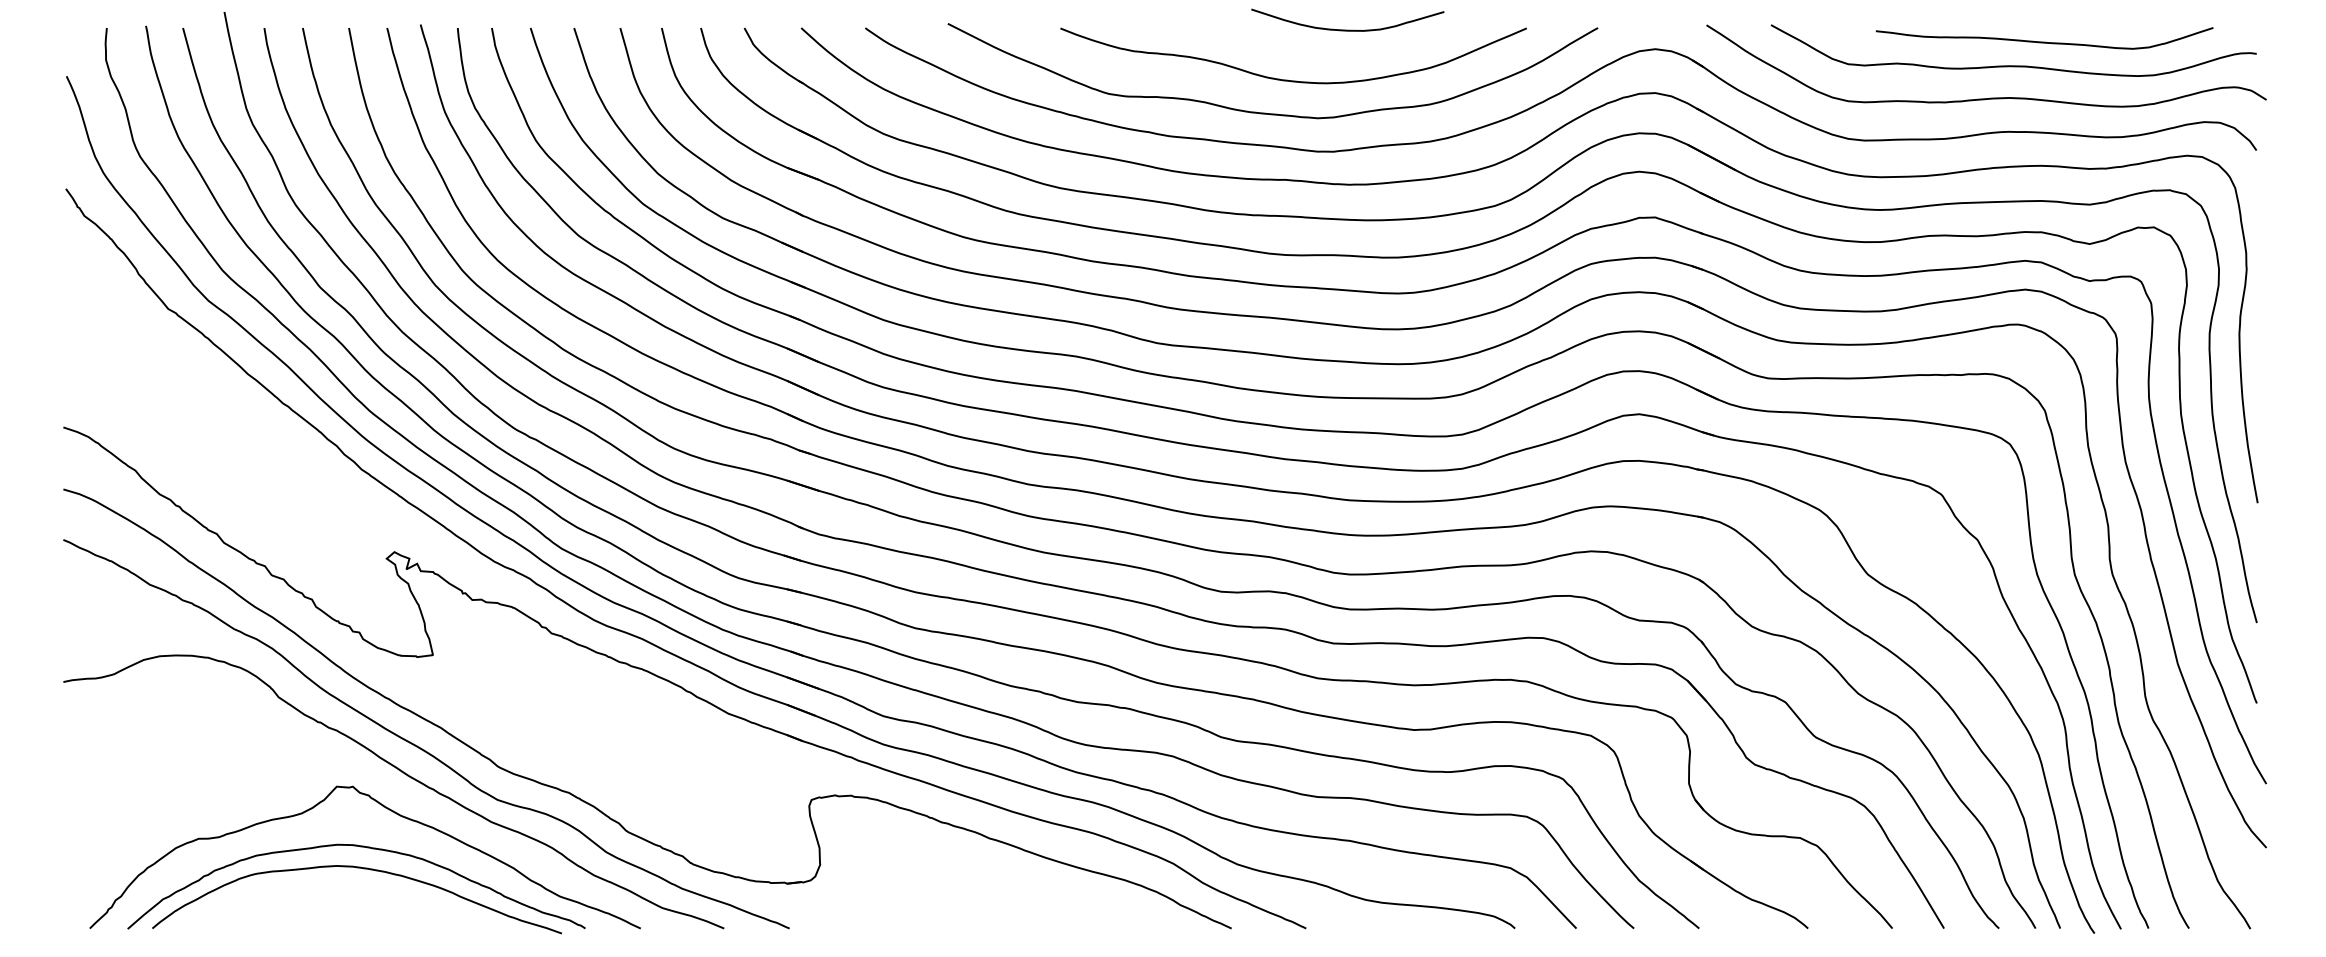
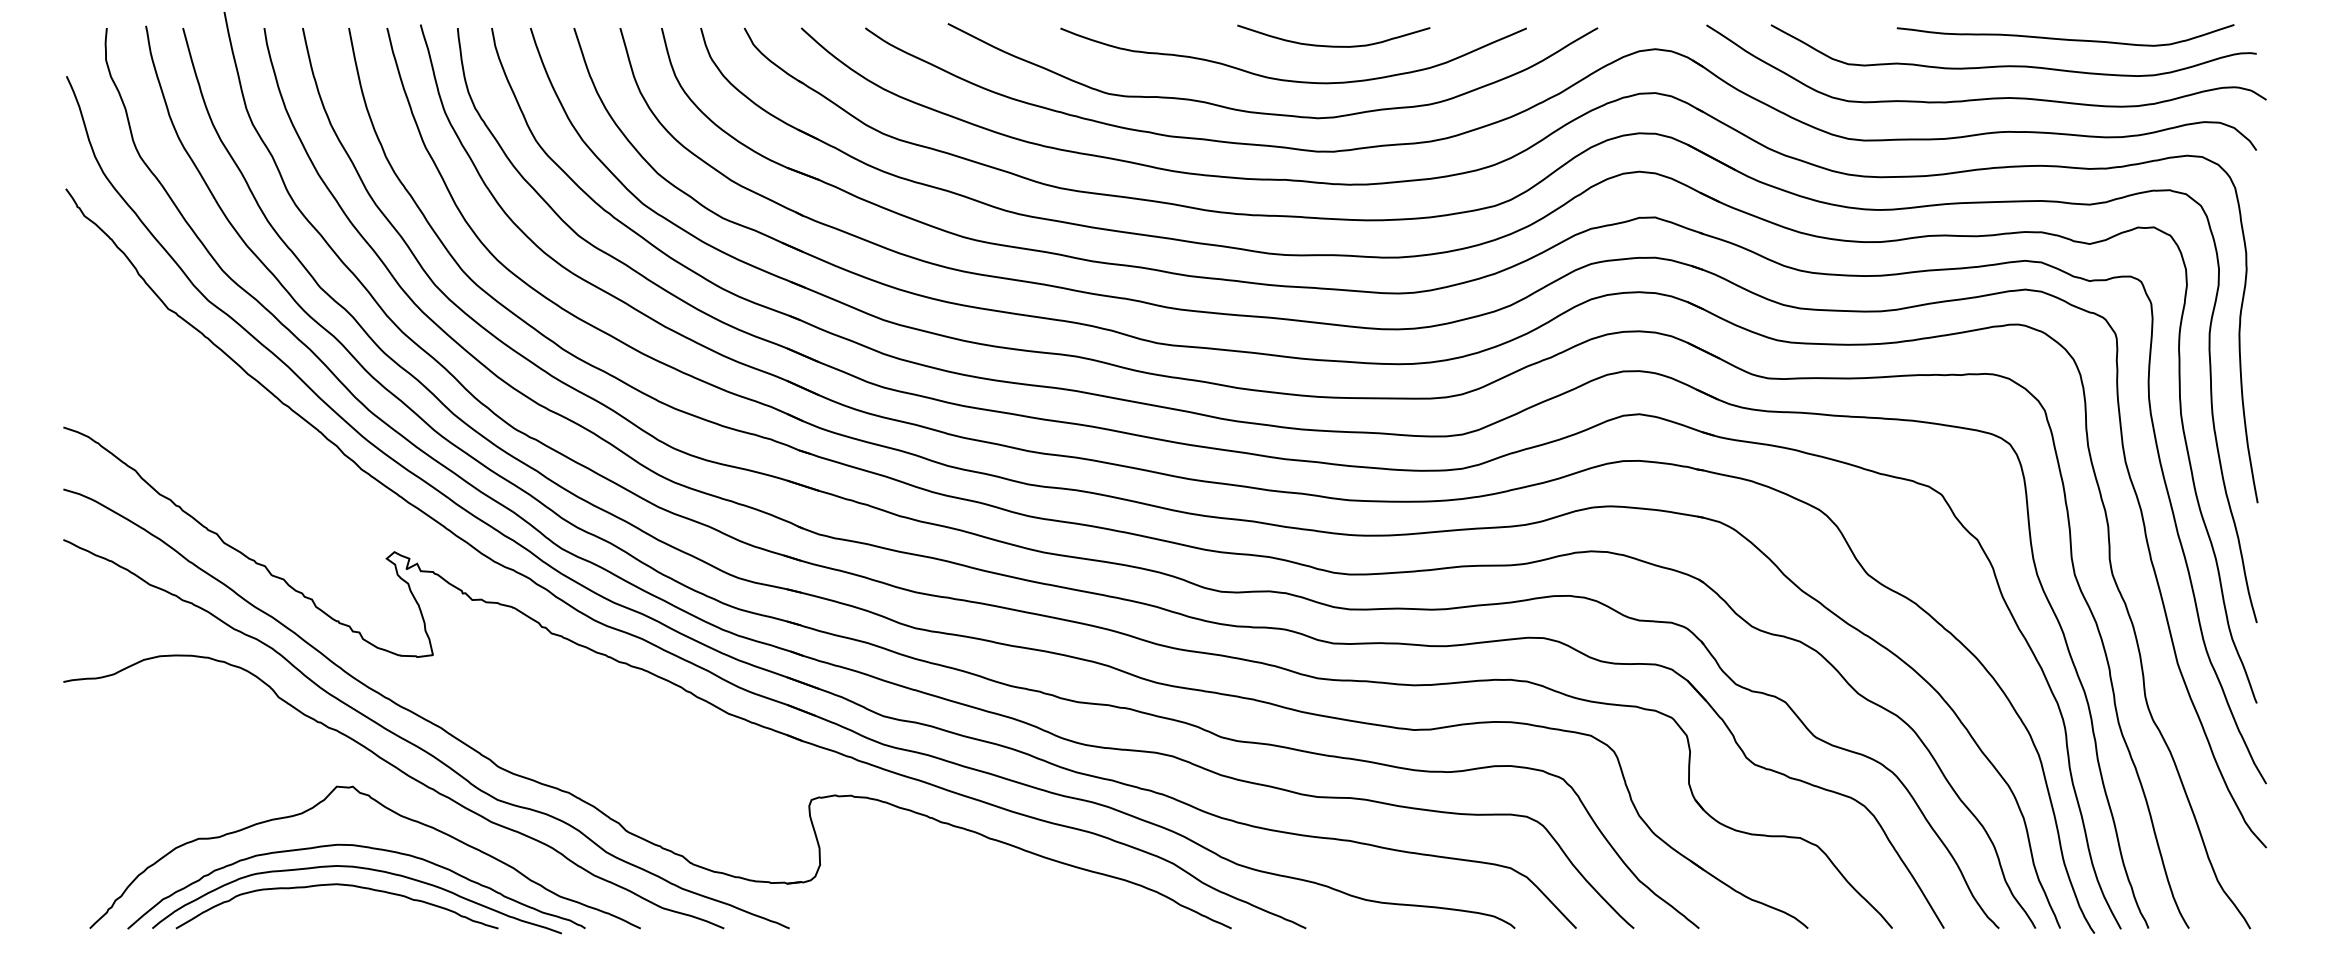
curve at (1347, 29) position: (1347, 29) -> (1333, 45)
curve at (2044, 41) position: (2044, 41) -> (2065, 38)
curve at (336, 885): none -> present
